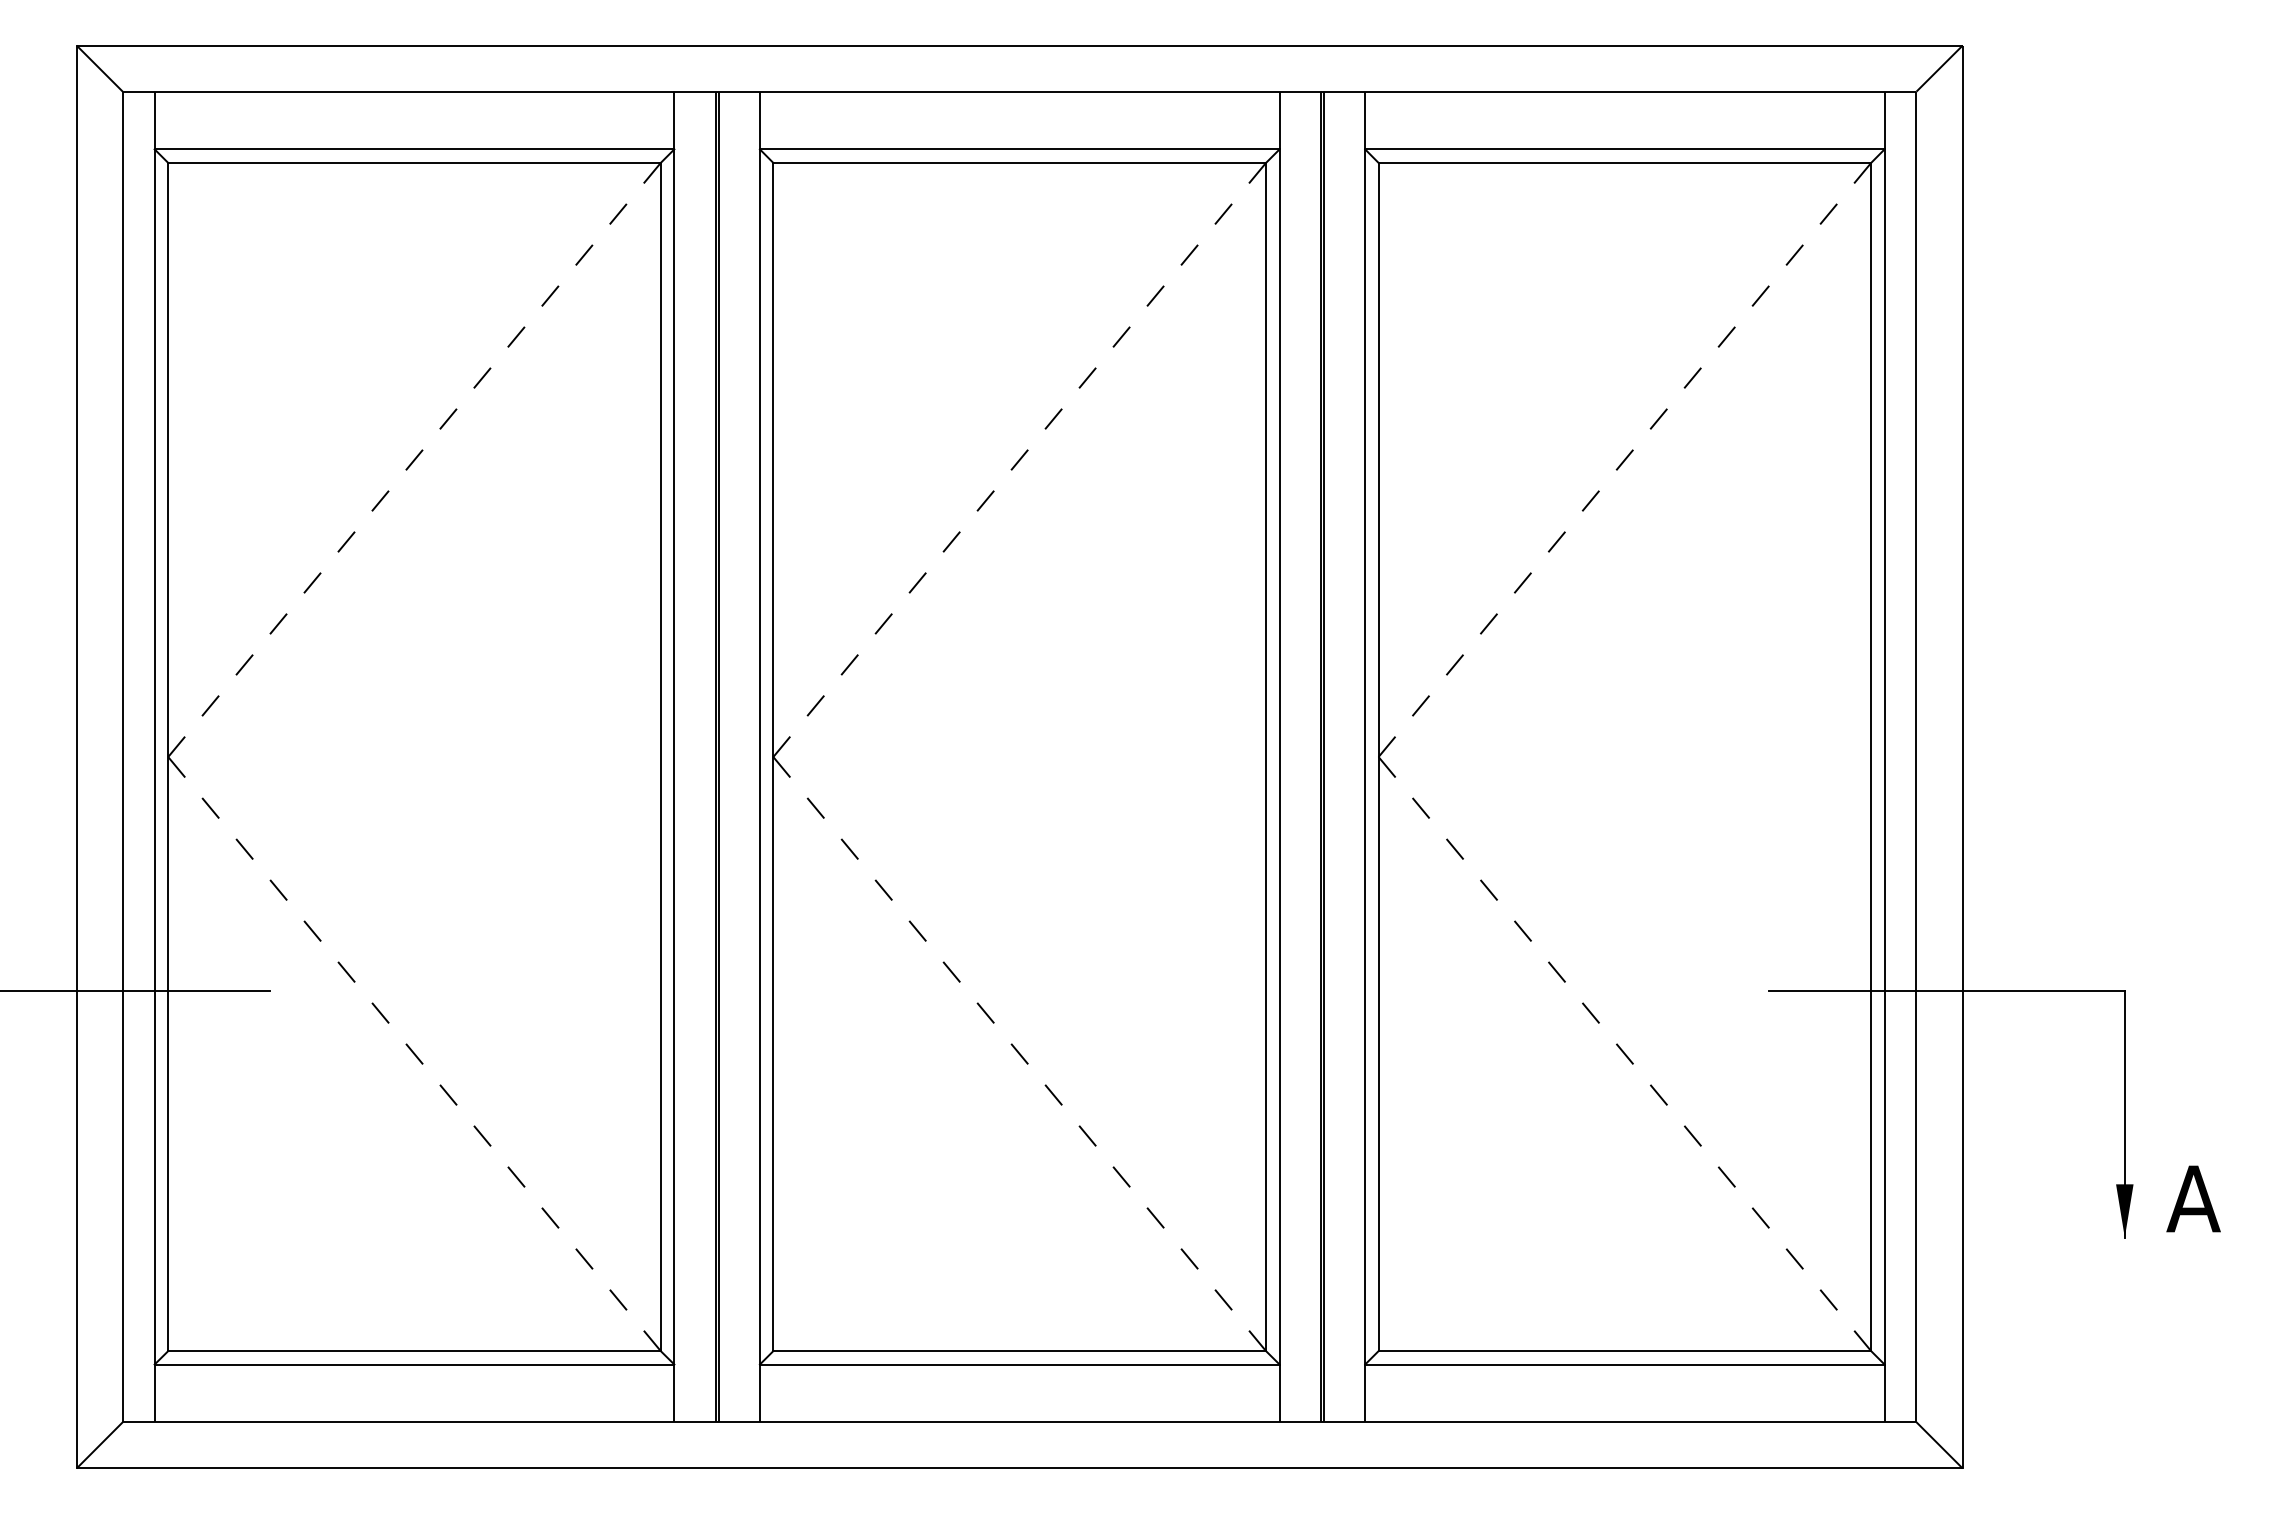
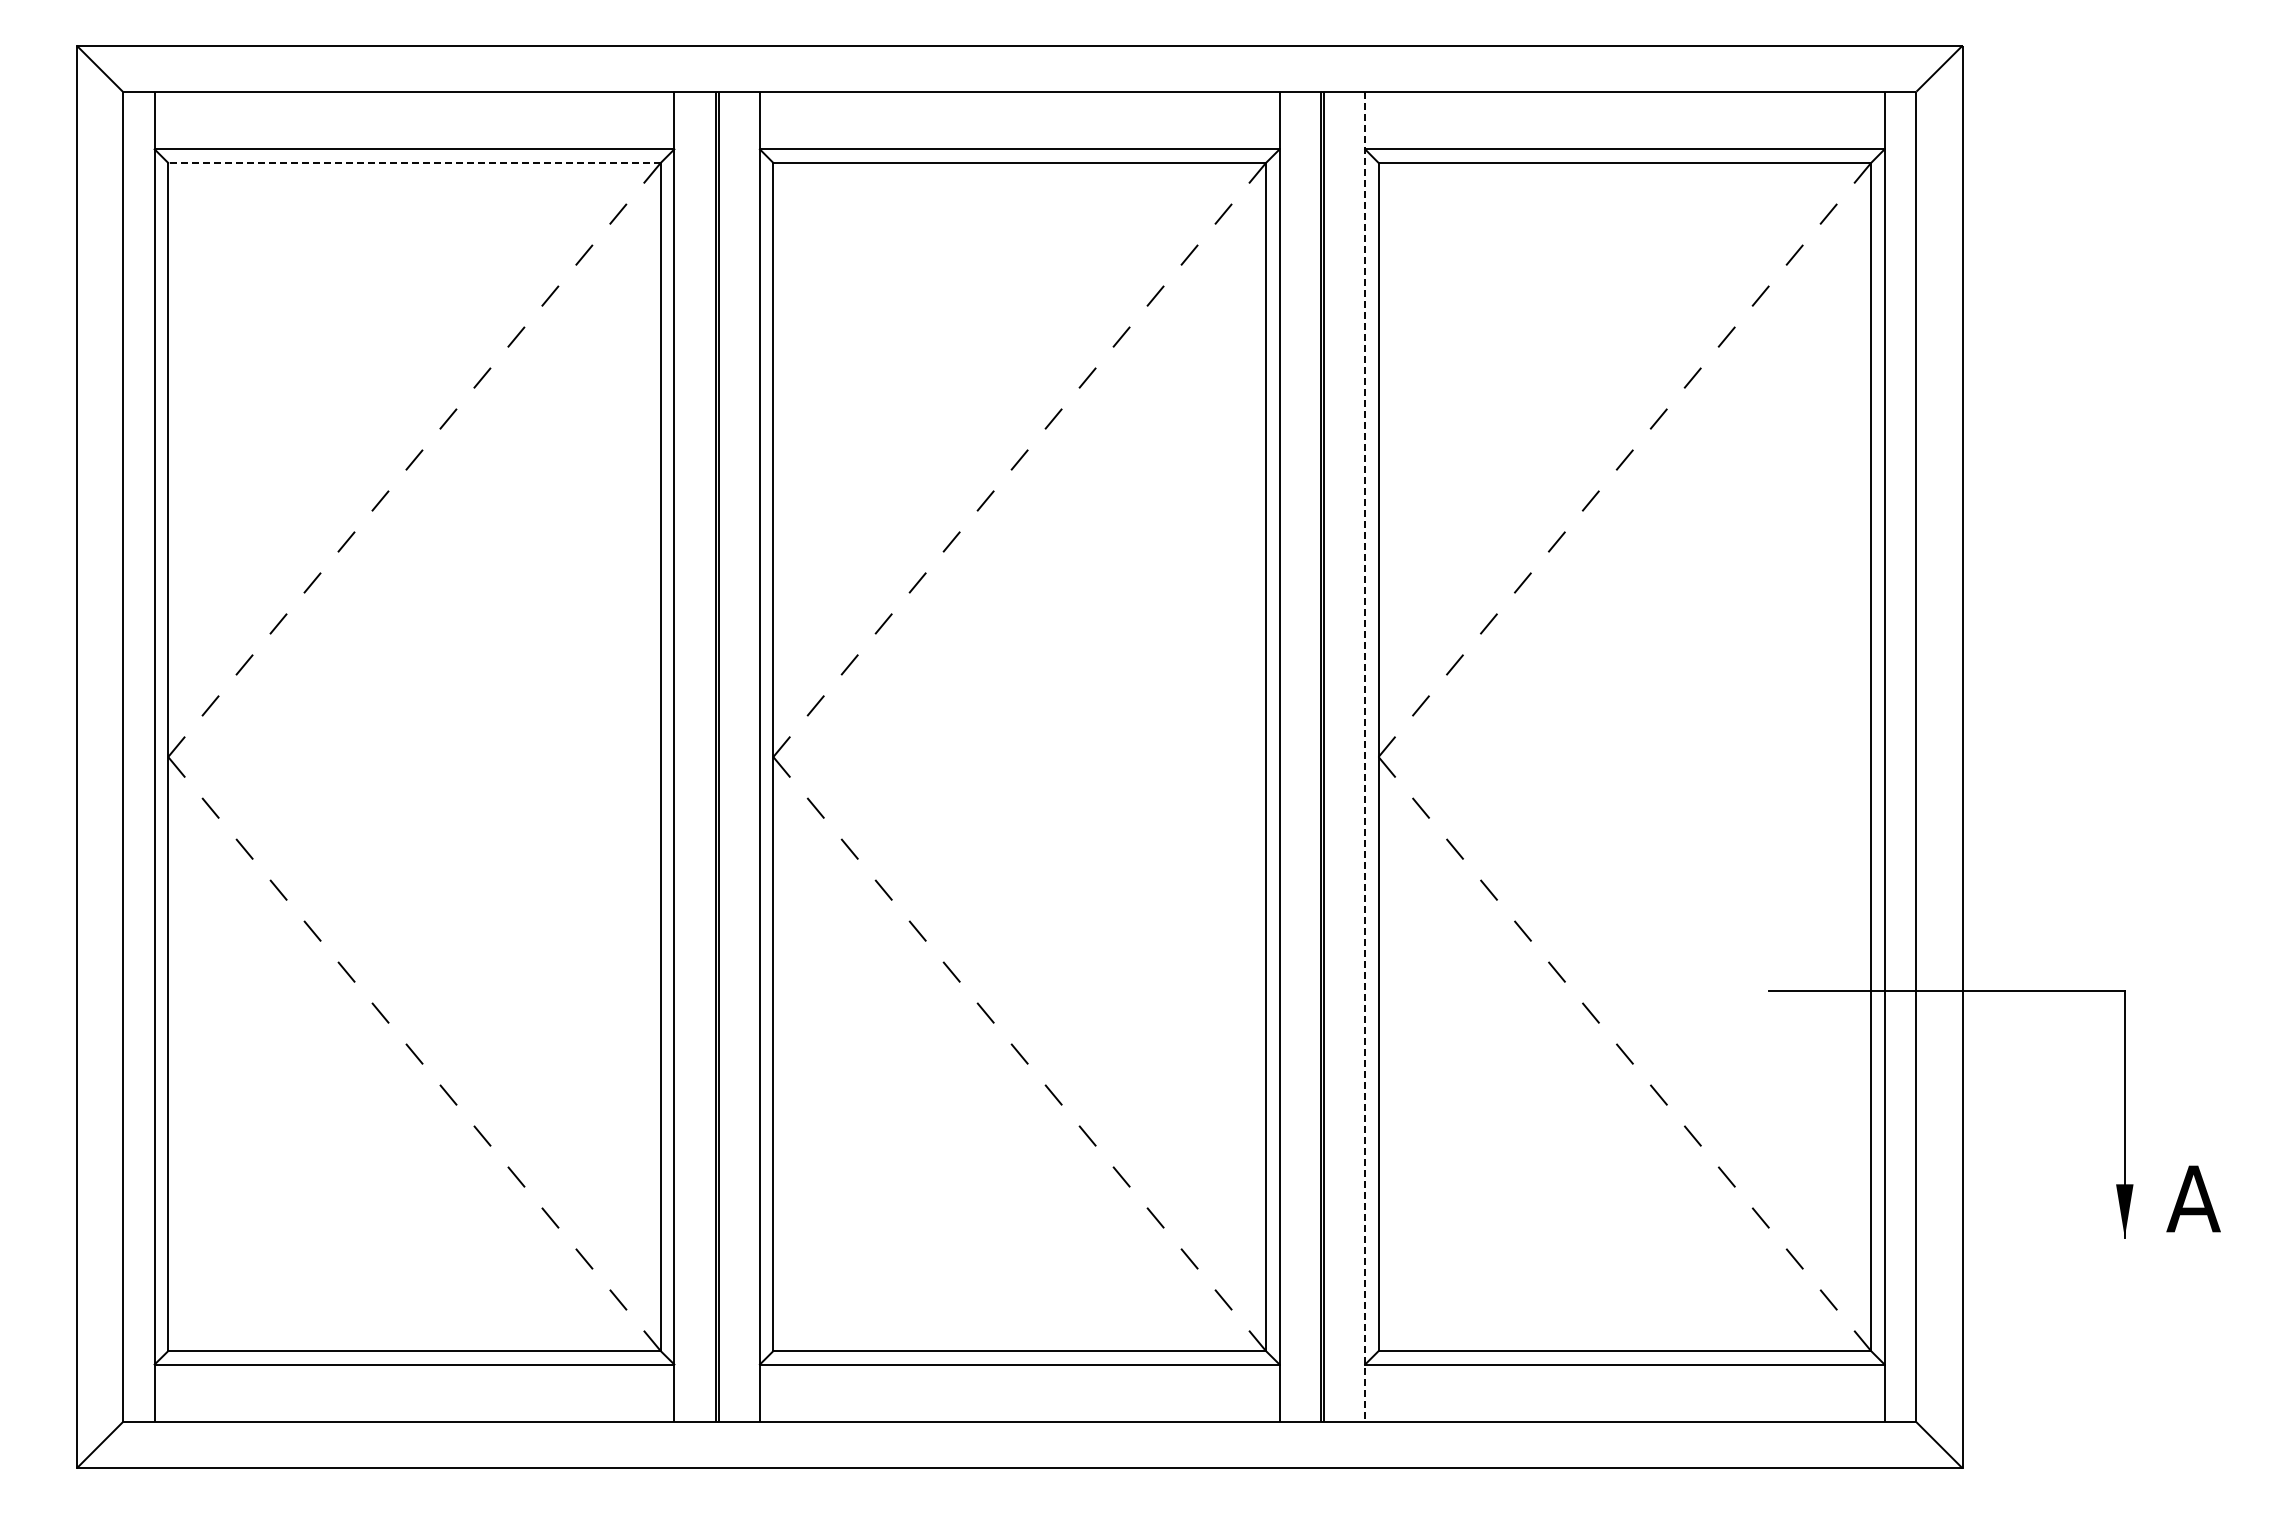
line at (414, 162): solid -> dashed
line at (1365, 757): solid -> dashed
line at (136, 991): present -> none
